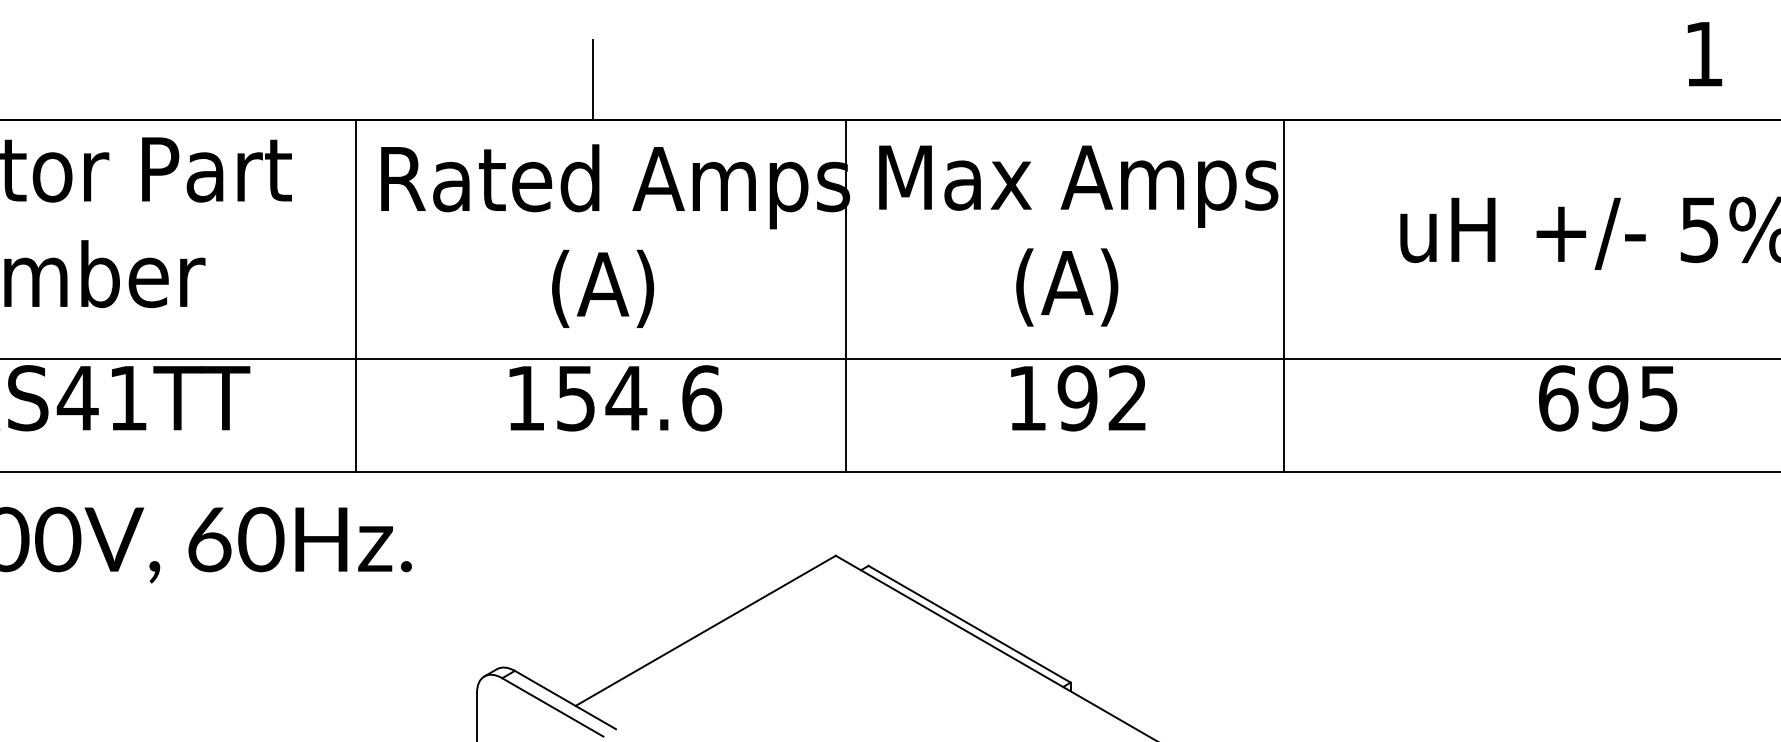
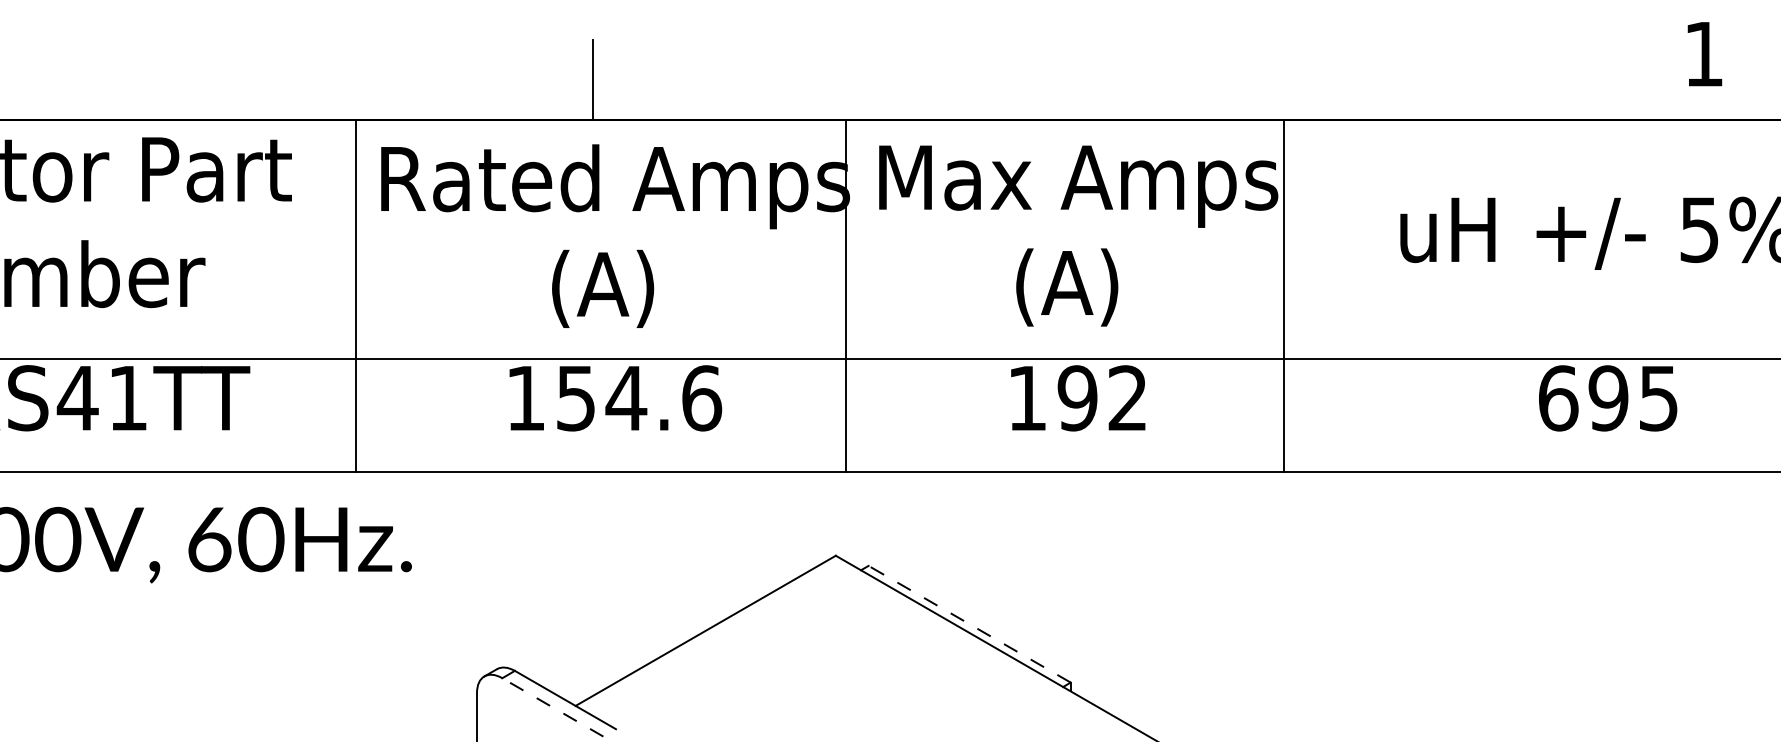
line at (969, 624): solid -> dashed
line at (552, 707): solid -> dashed
